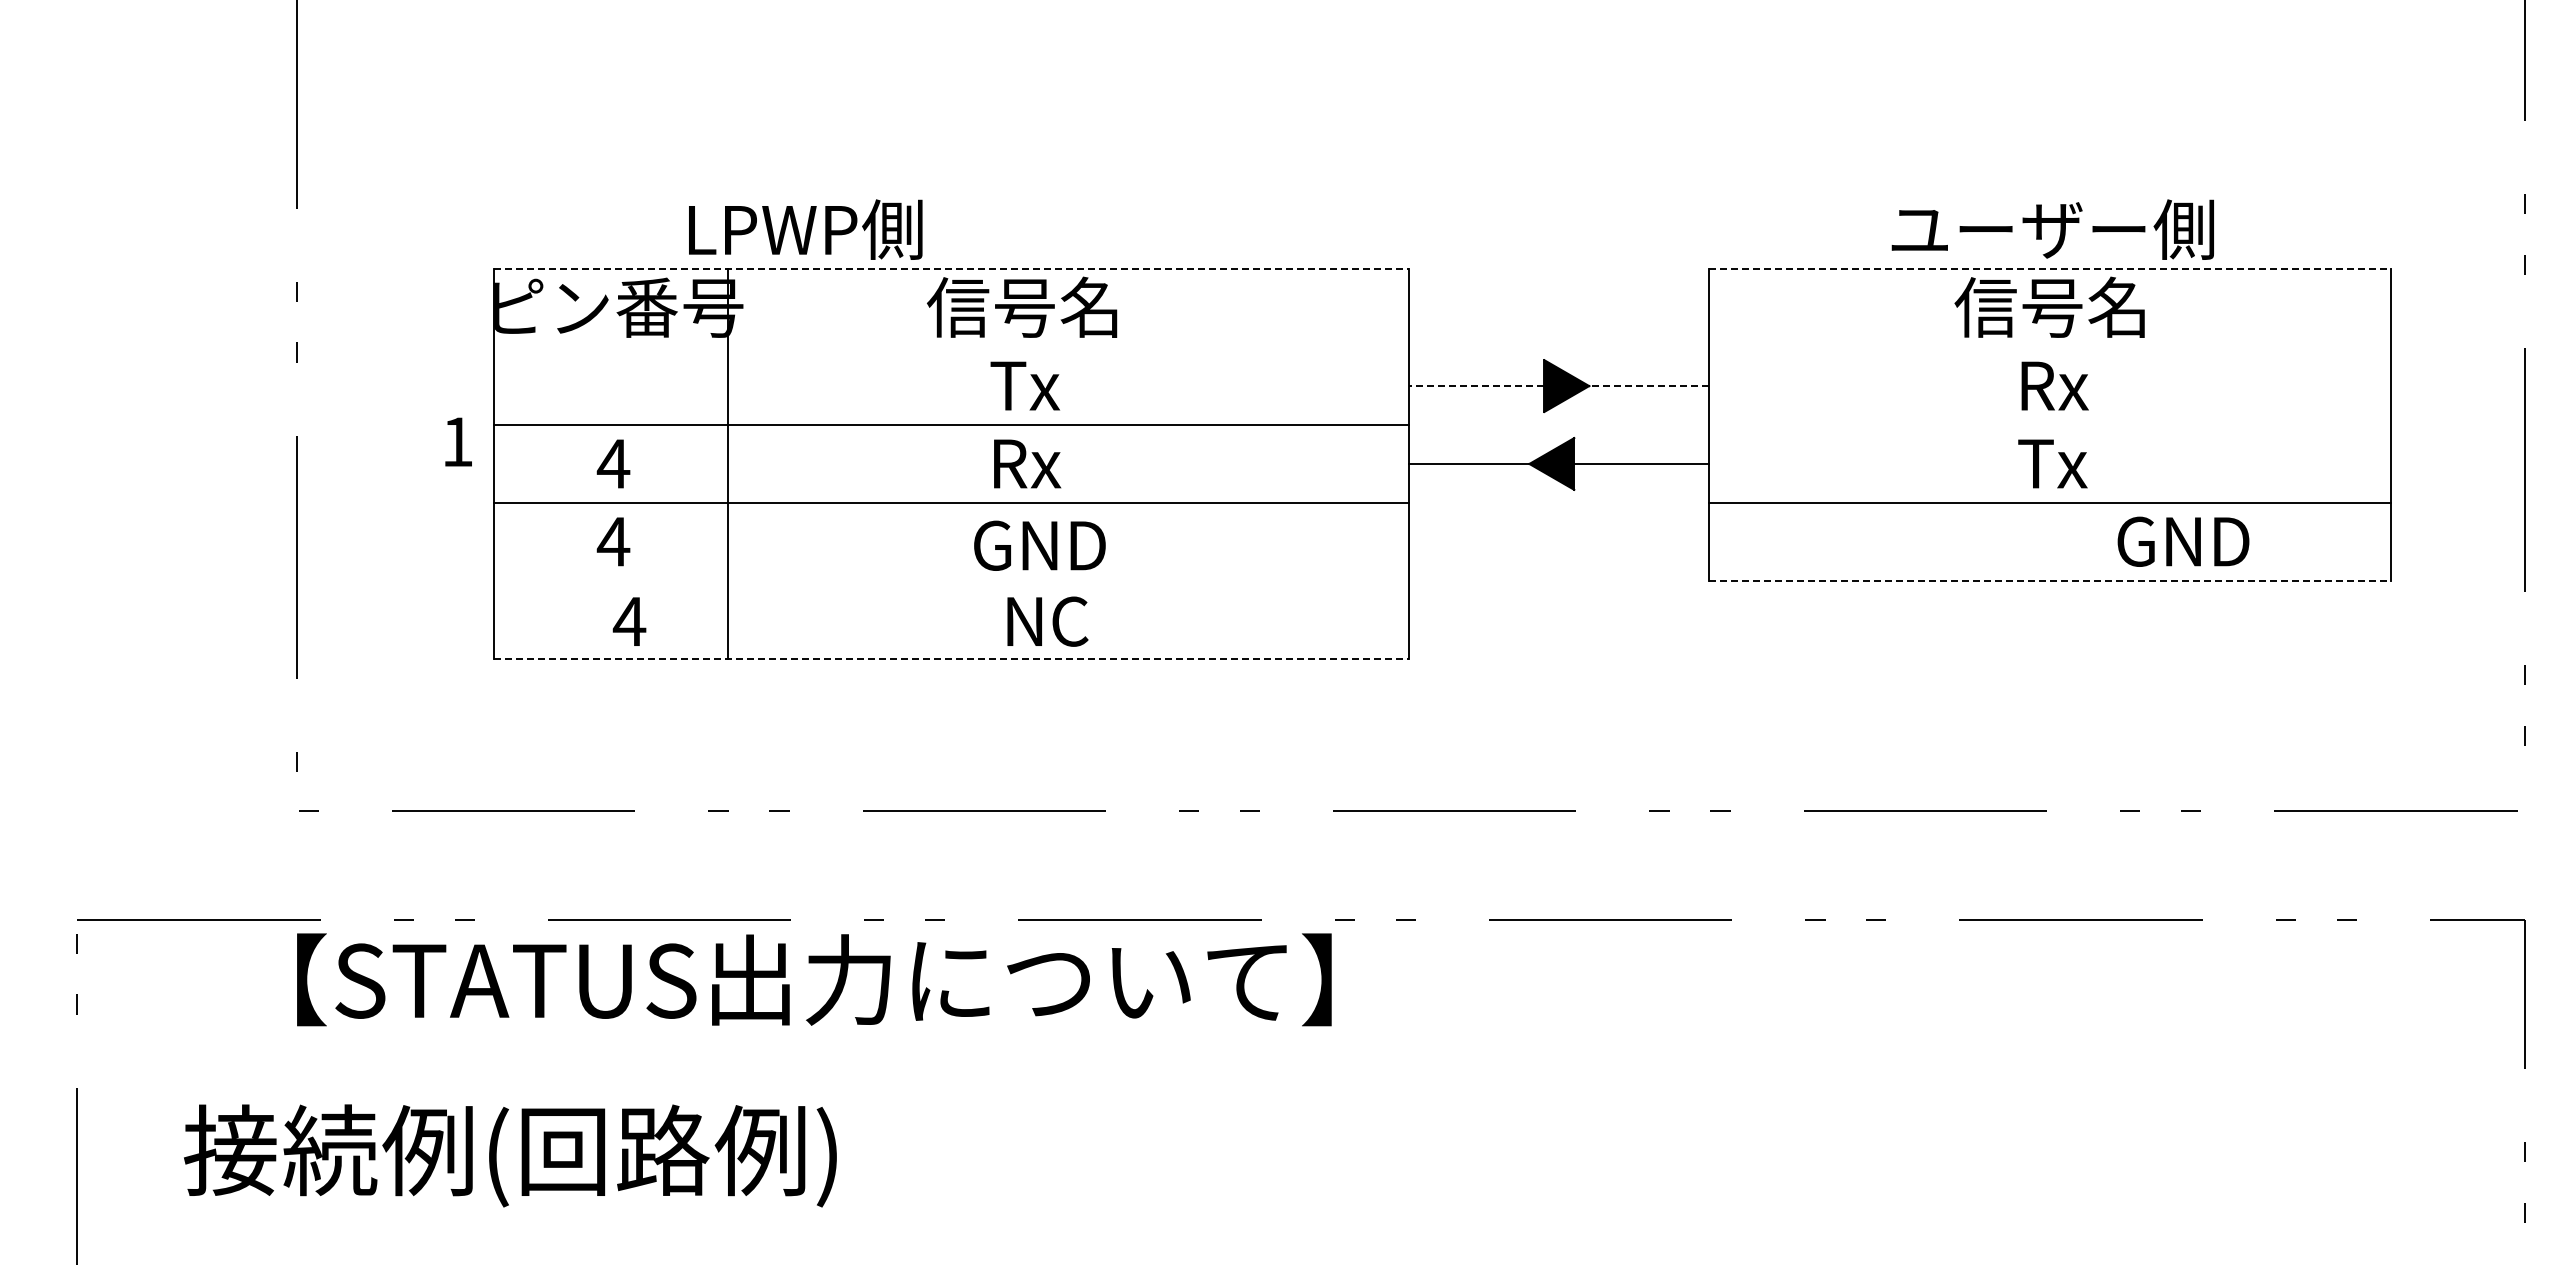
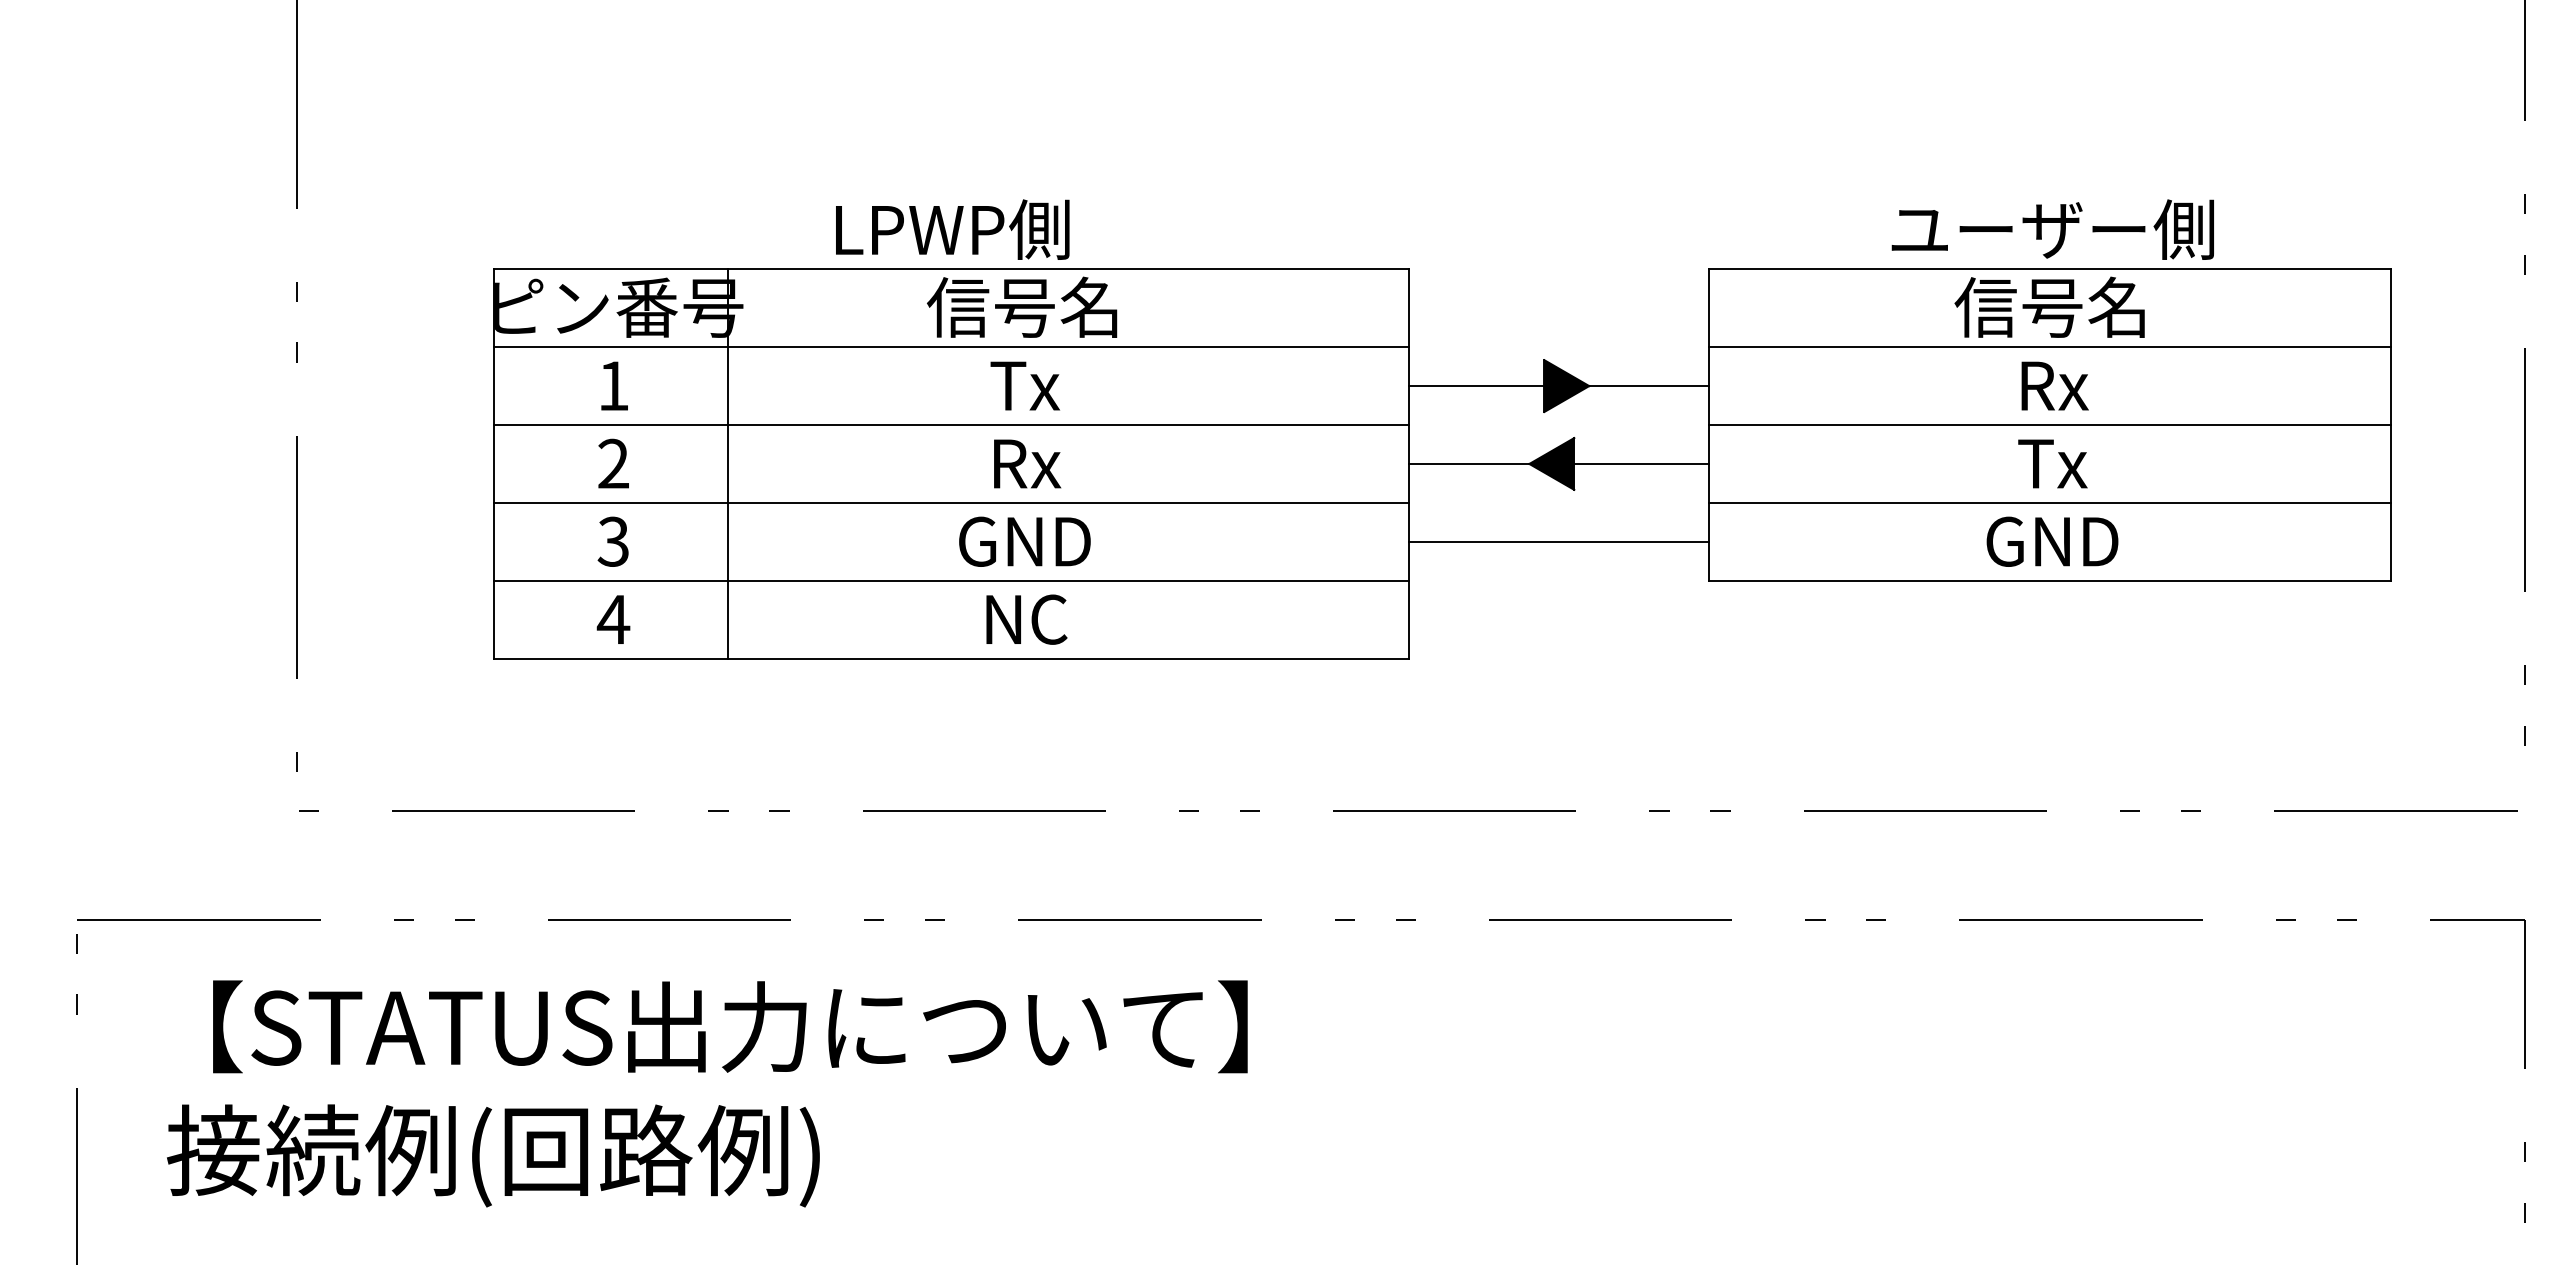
text at (805, 229) position: (805, 229) -> (952, 229)
line at (951, 269): dashed -> solid
line at (2050, 269): dashed -> solid
line at (951, 347): none -> present
line at (2049, 347): none -> present
line at (1558, 386): dashed -> solid
line at (2049, 425): none -> present
text at (458, 441) position: (458, 441) -> (614, 385)
text at (613, 463): 4 -> 2
text at (613, 541): 4 -> 3
line at (1559, 541): none -> present
text at (2183, 541) position: (2183, 541) -> (2052, 541)
text at (1039, 545) position: (1039, 545) -> (1024, 541)
line at (951, 580): none -> present
line at (2050, 580): dashed -> solid
text at (629, 621) position: (629, 621) -> (613, 619)
text at (1047, 621) position: (1047, 621) -> (1026, 619)
line at (951, 658): dashed -> solid
text at (814, 979) position: (814, 979) -> (730, 1026)
text at (510, 1155) position: (510, 1155) -> (493, 1155)
